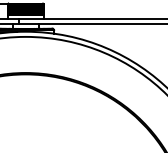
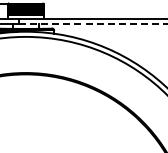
line at (93, 24): solid -> dashed
